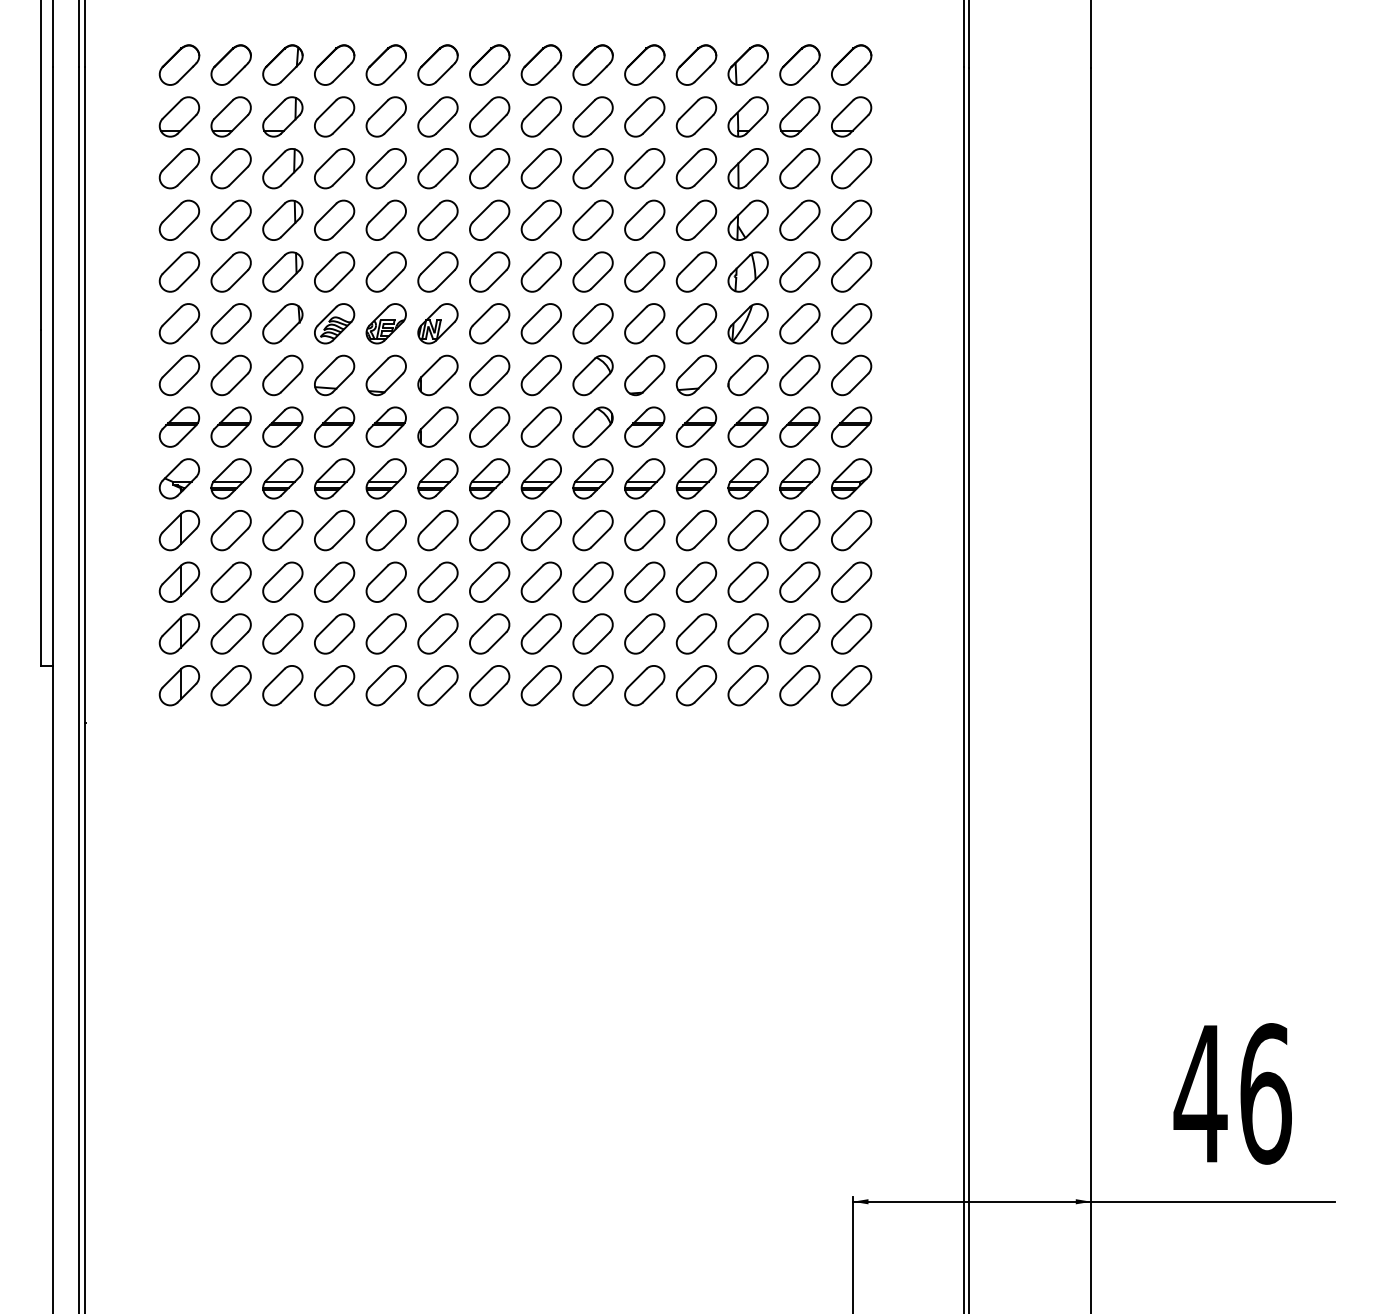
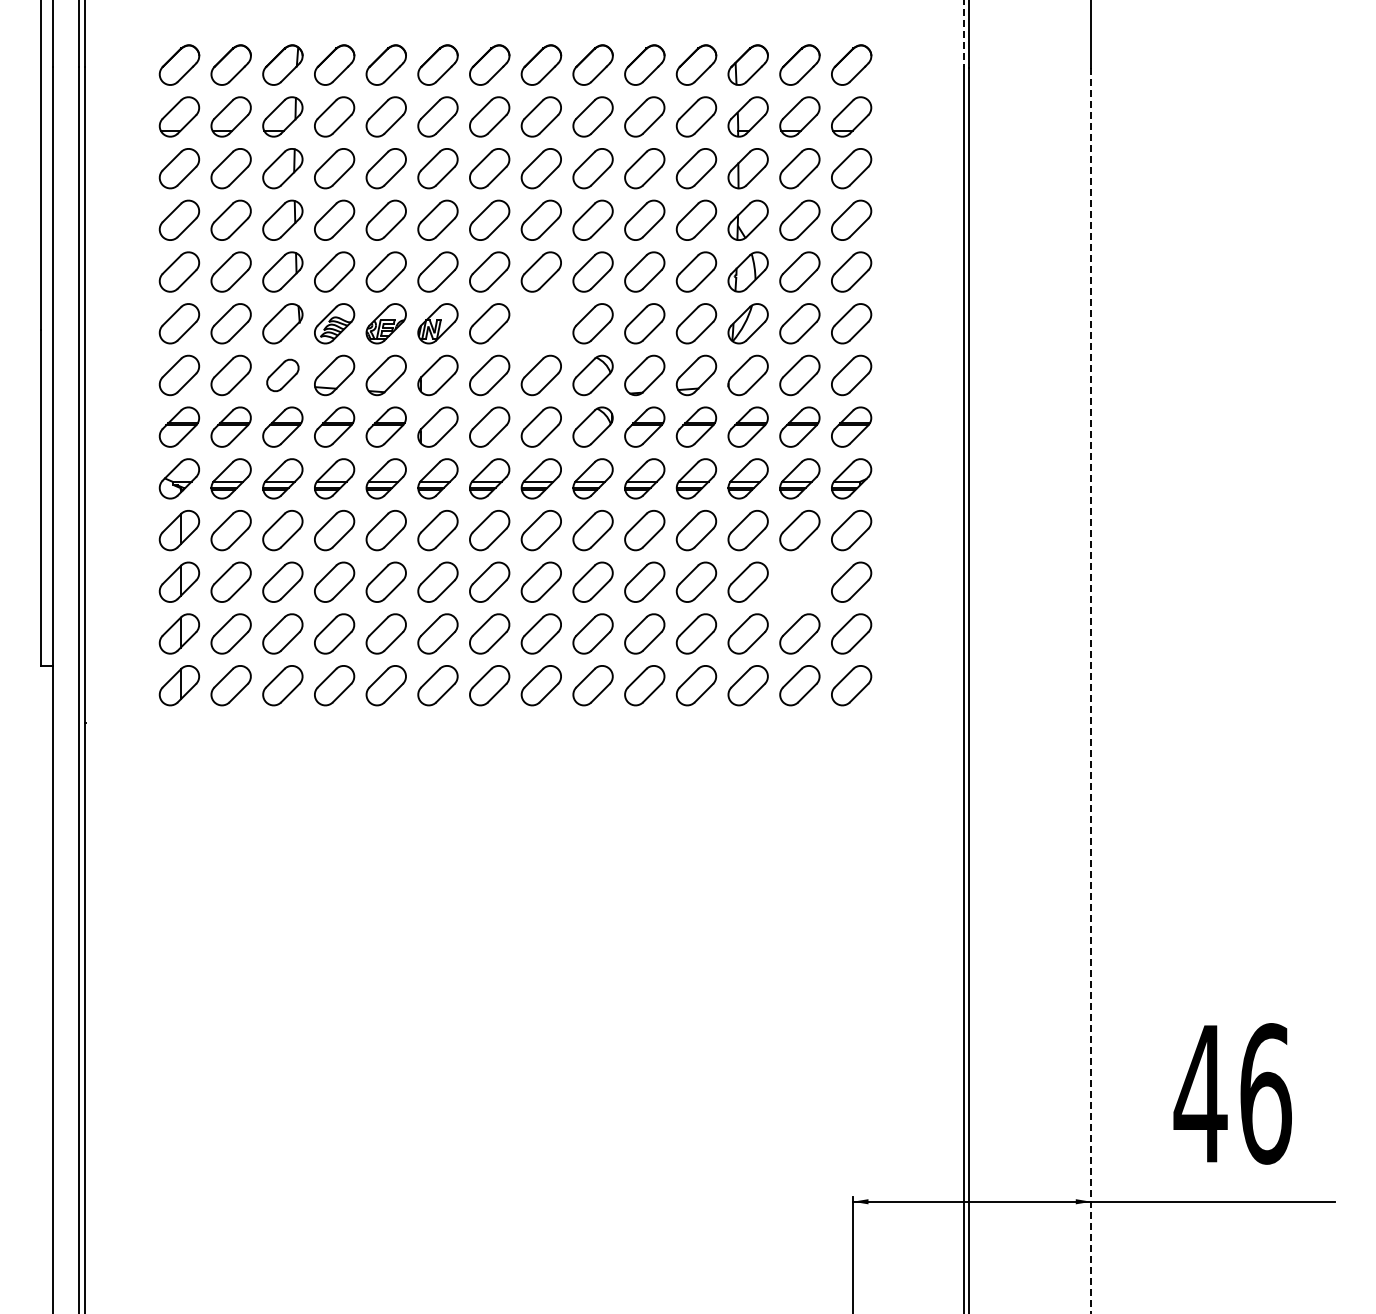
line at (964, 33): solid -> dashed
part at (540, 323): present -> none
part at (282, 375) size: 42x43 px -> 34x35 px
part at (799, 581): present -> none
line at (1091, 690): solid -> dashed
